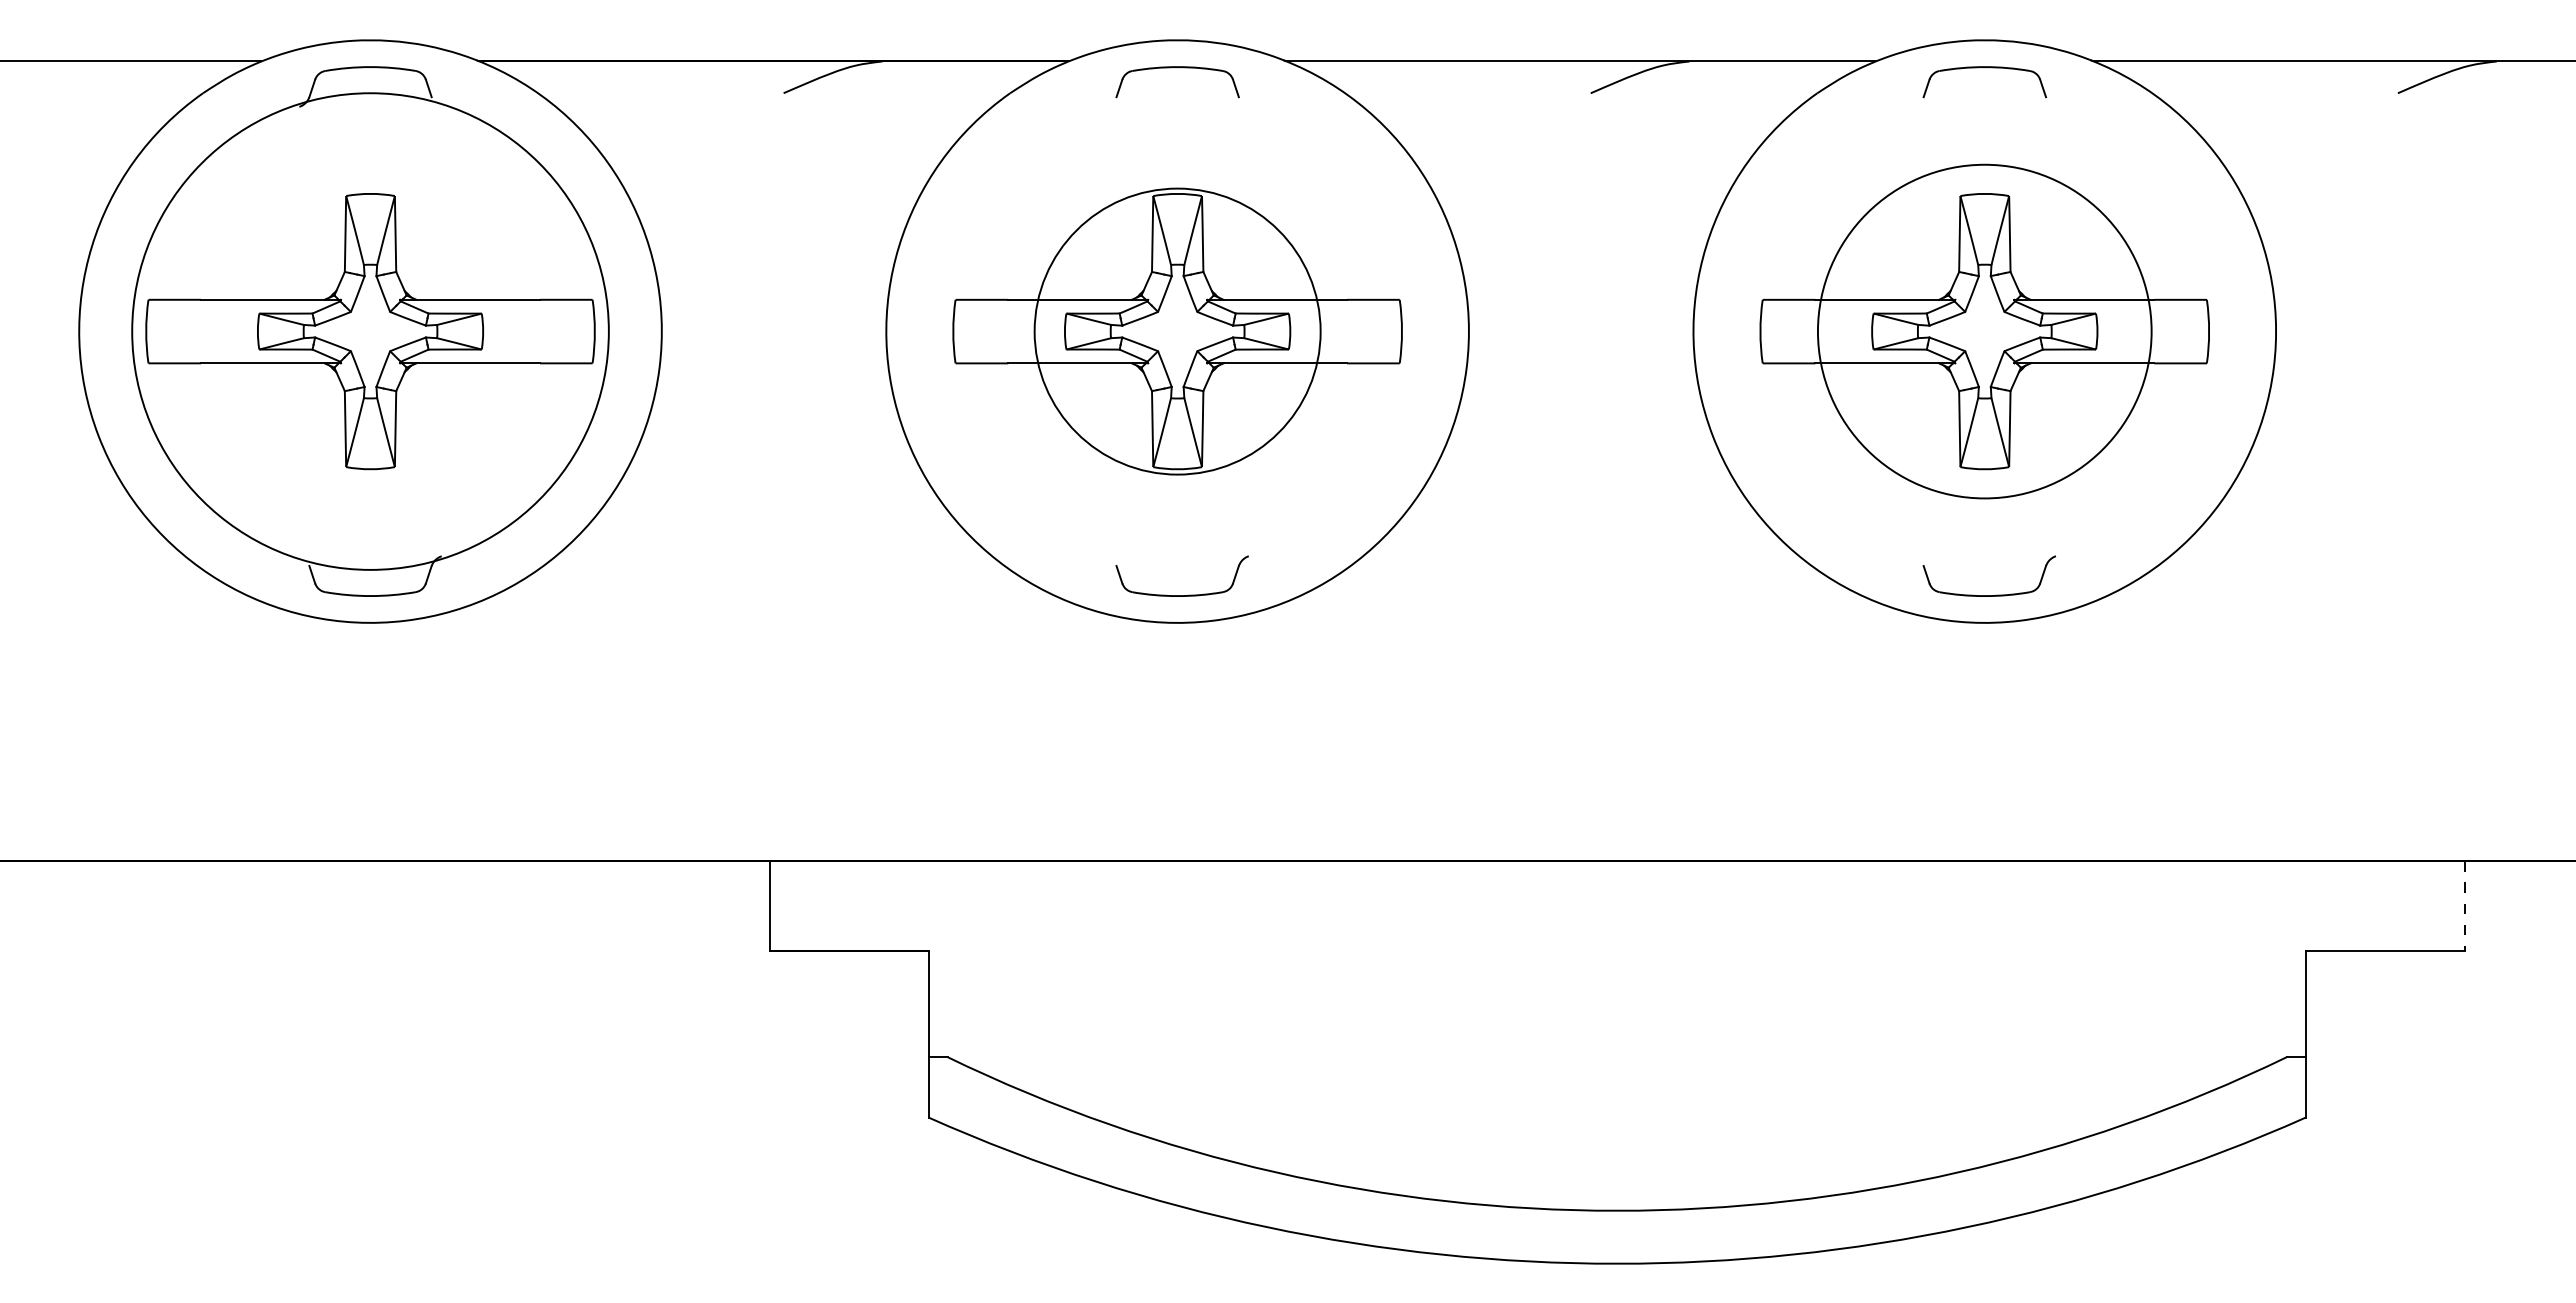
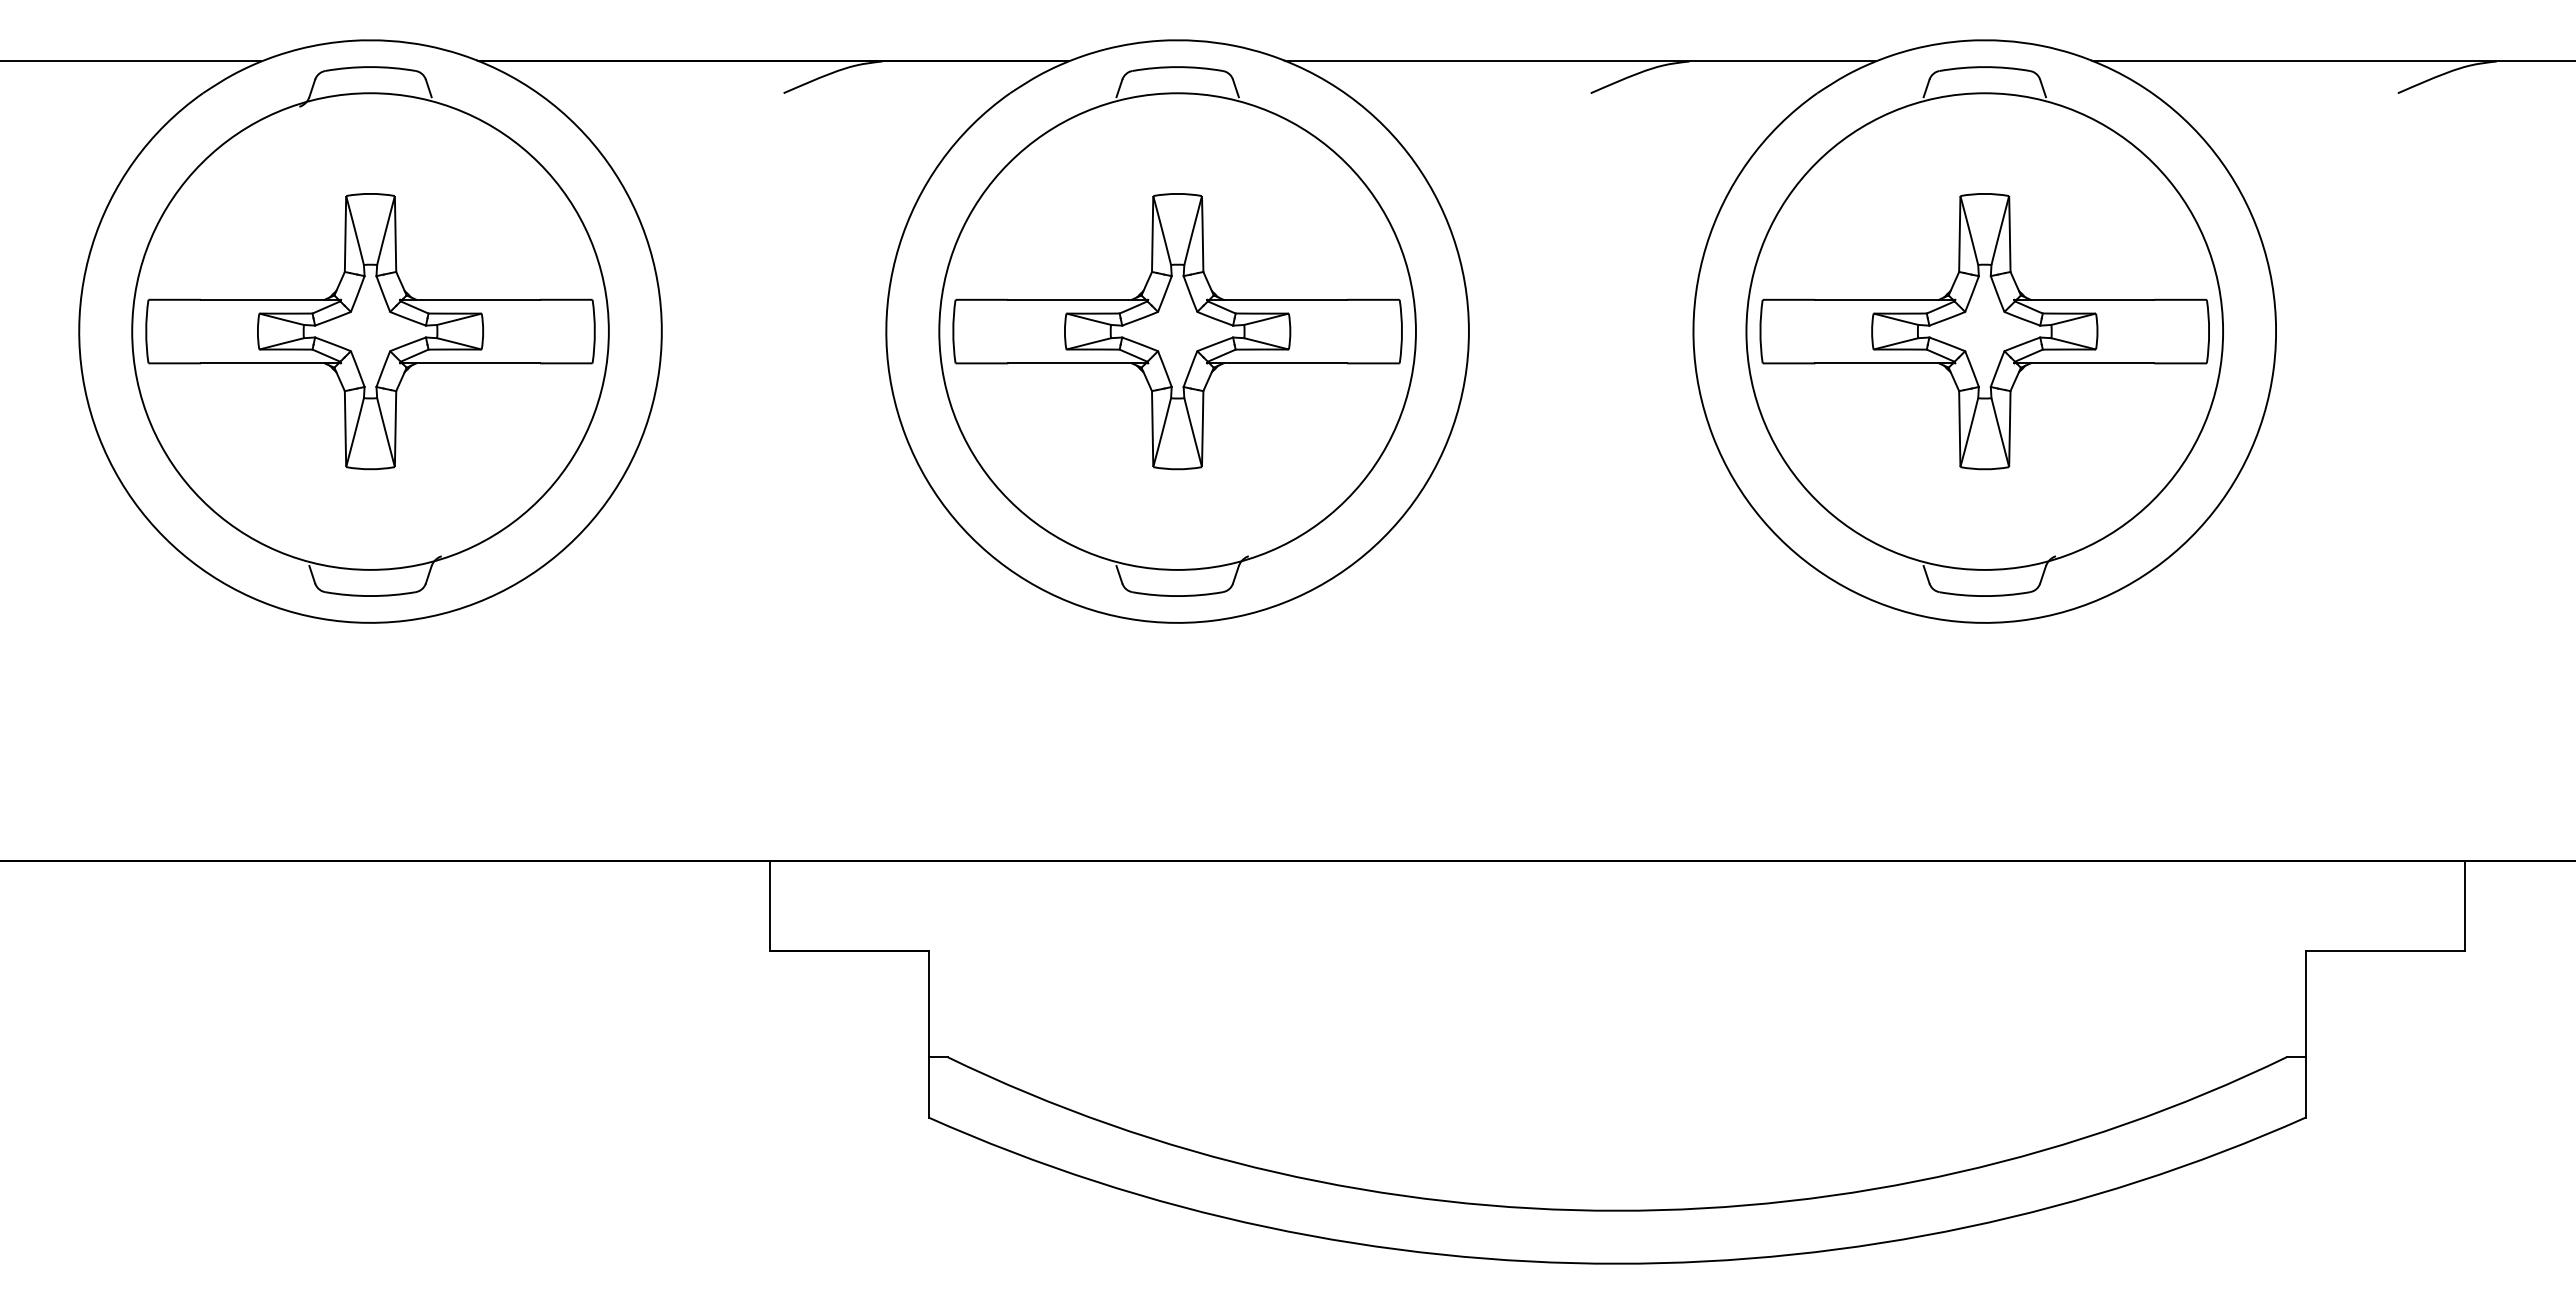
circle at (1177, 331) diameter: 286 px -> 477 px
circle at (1984, 331) diameter: 334 px -> 477 px
line at (2464, 906): dashed -> solid
